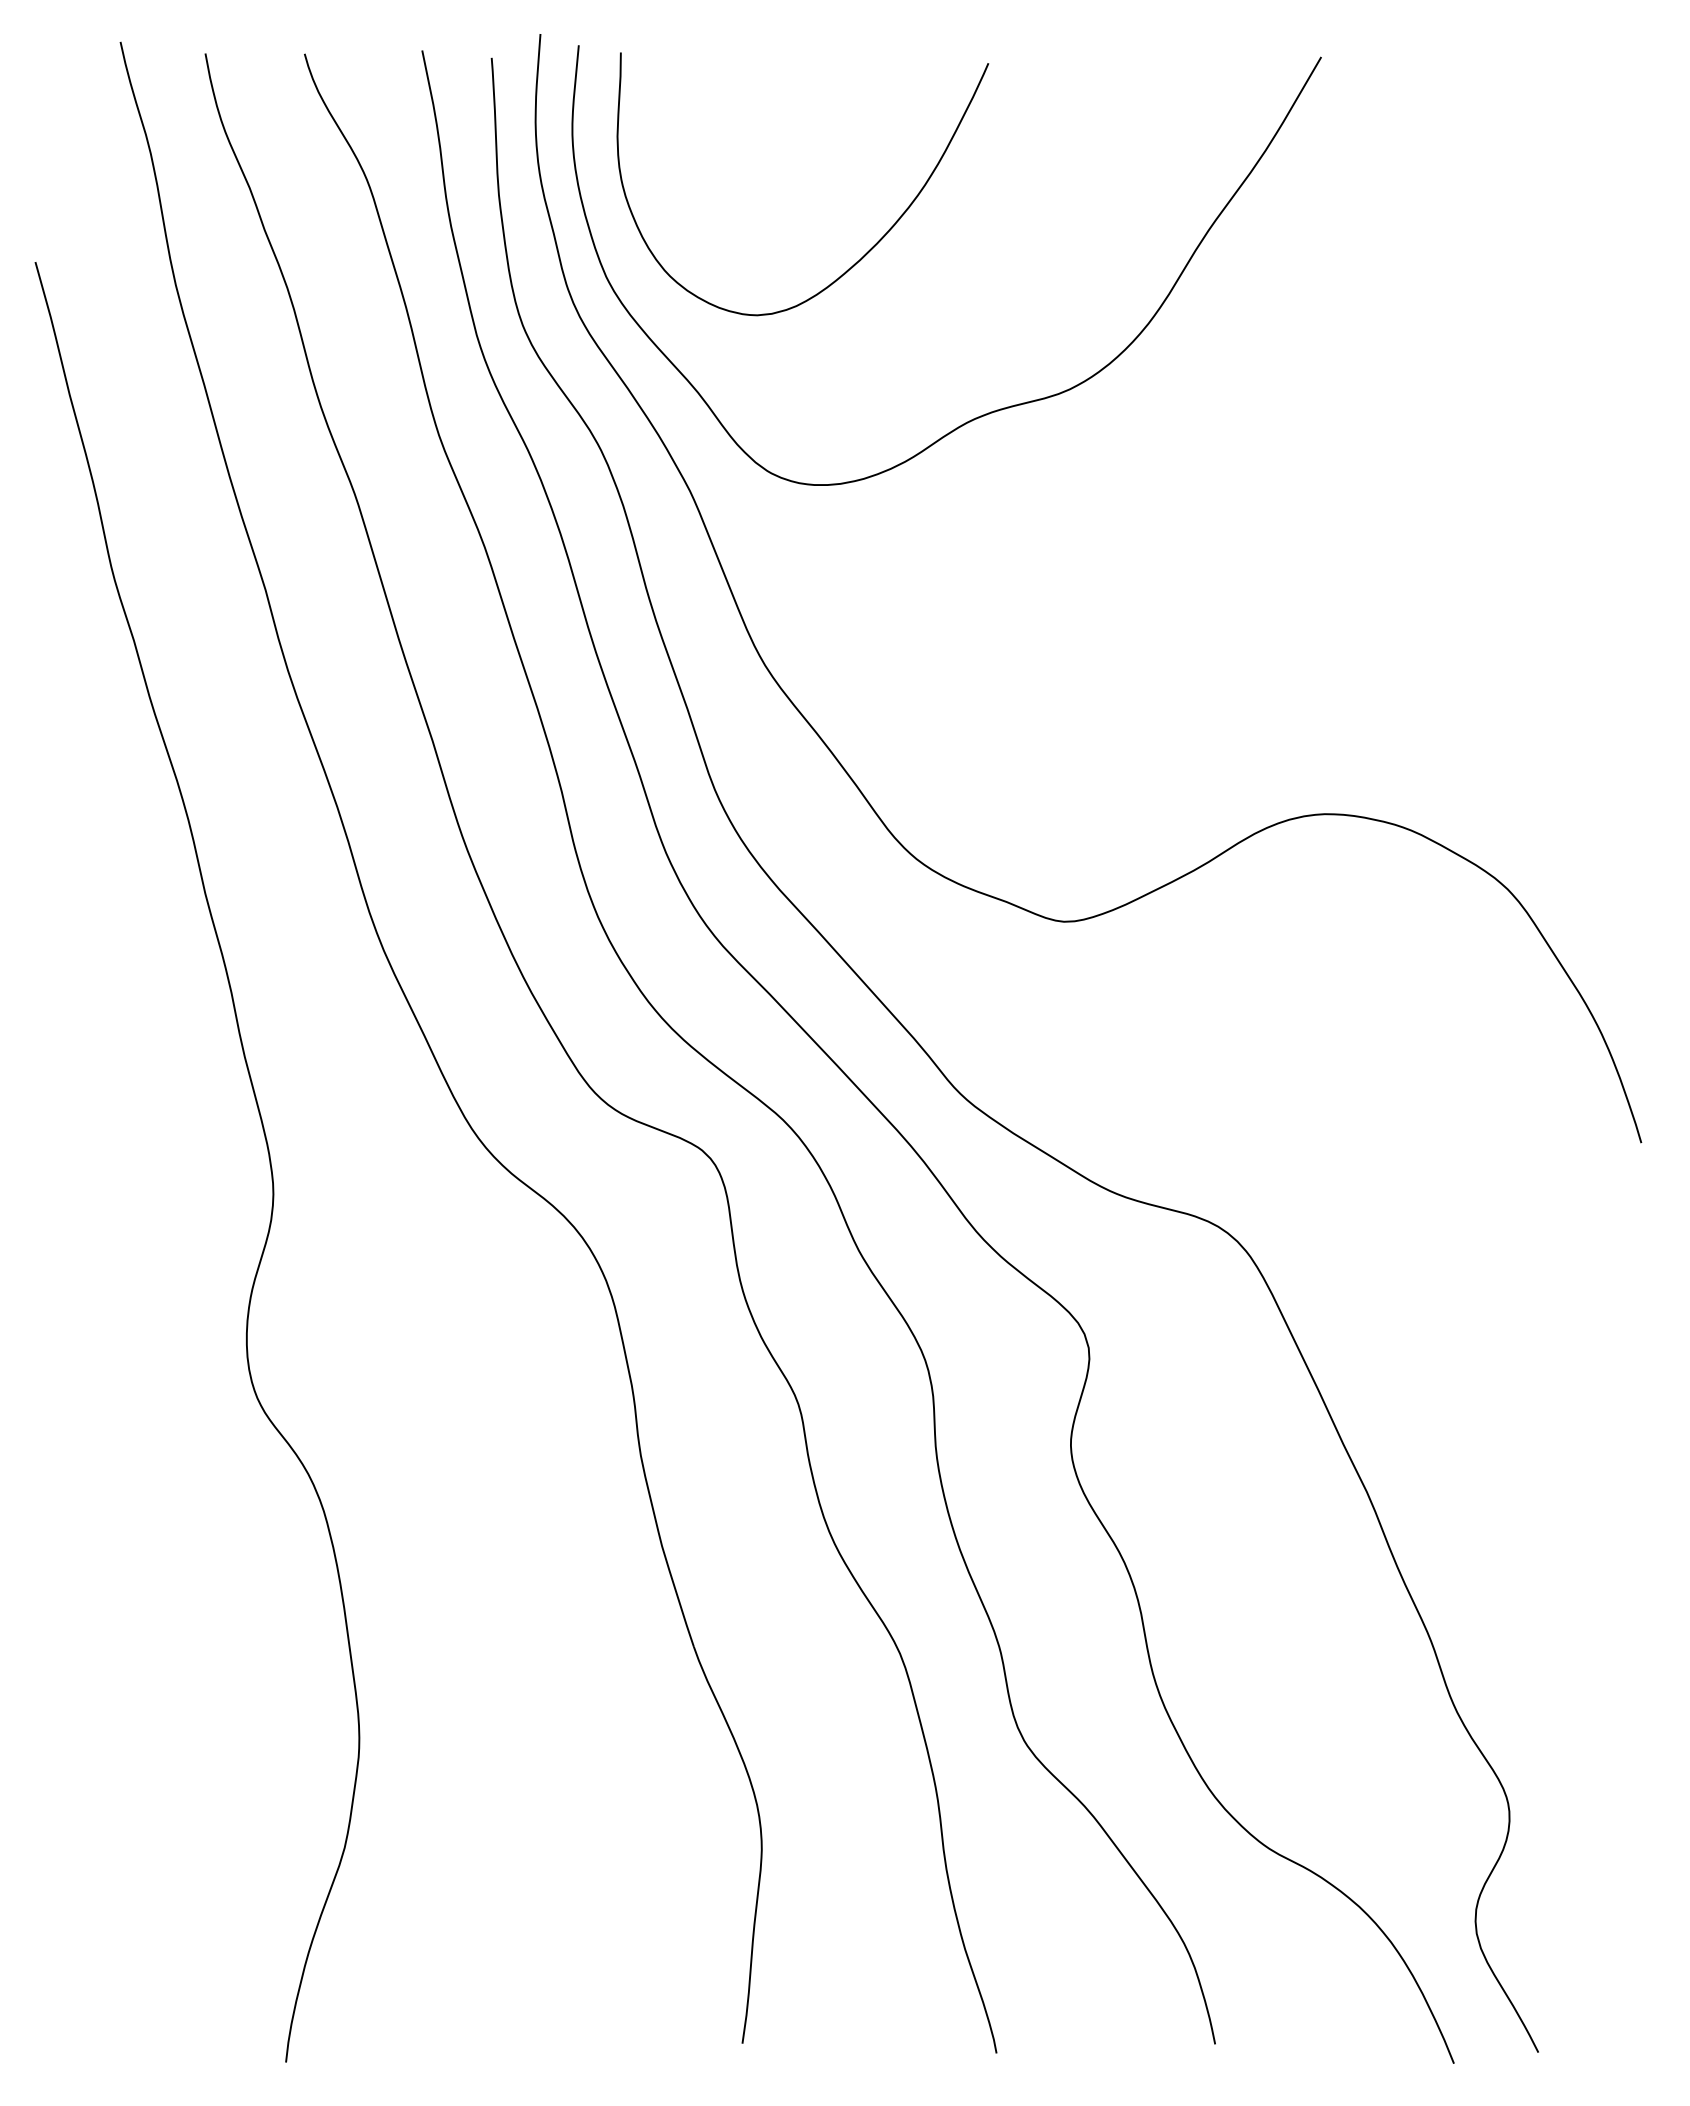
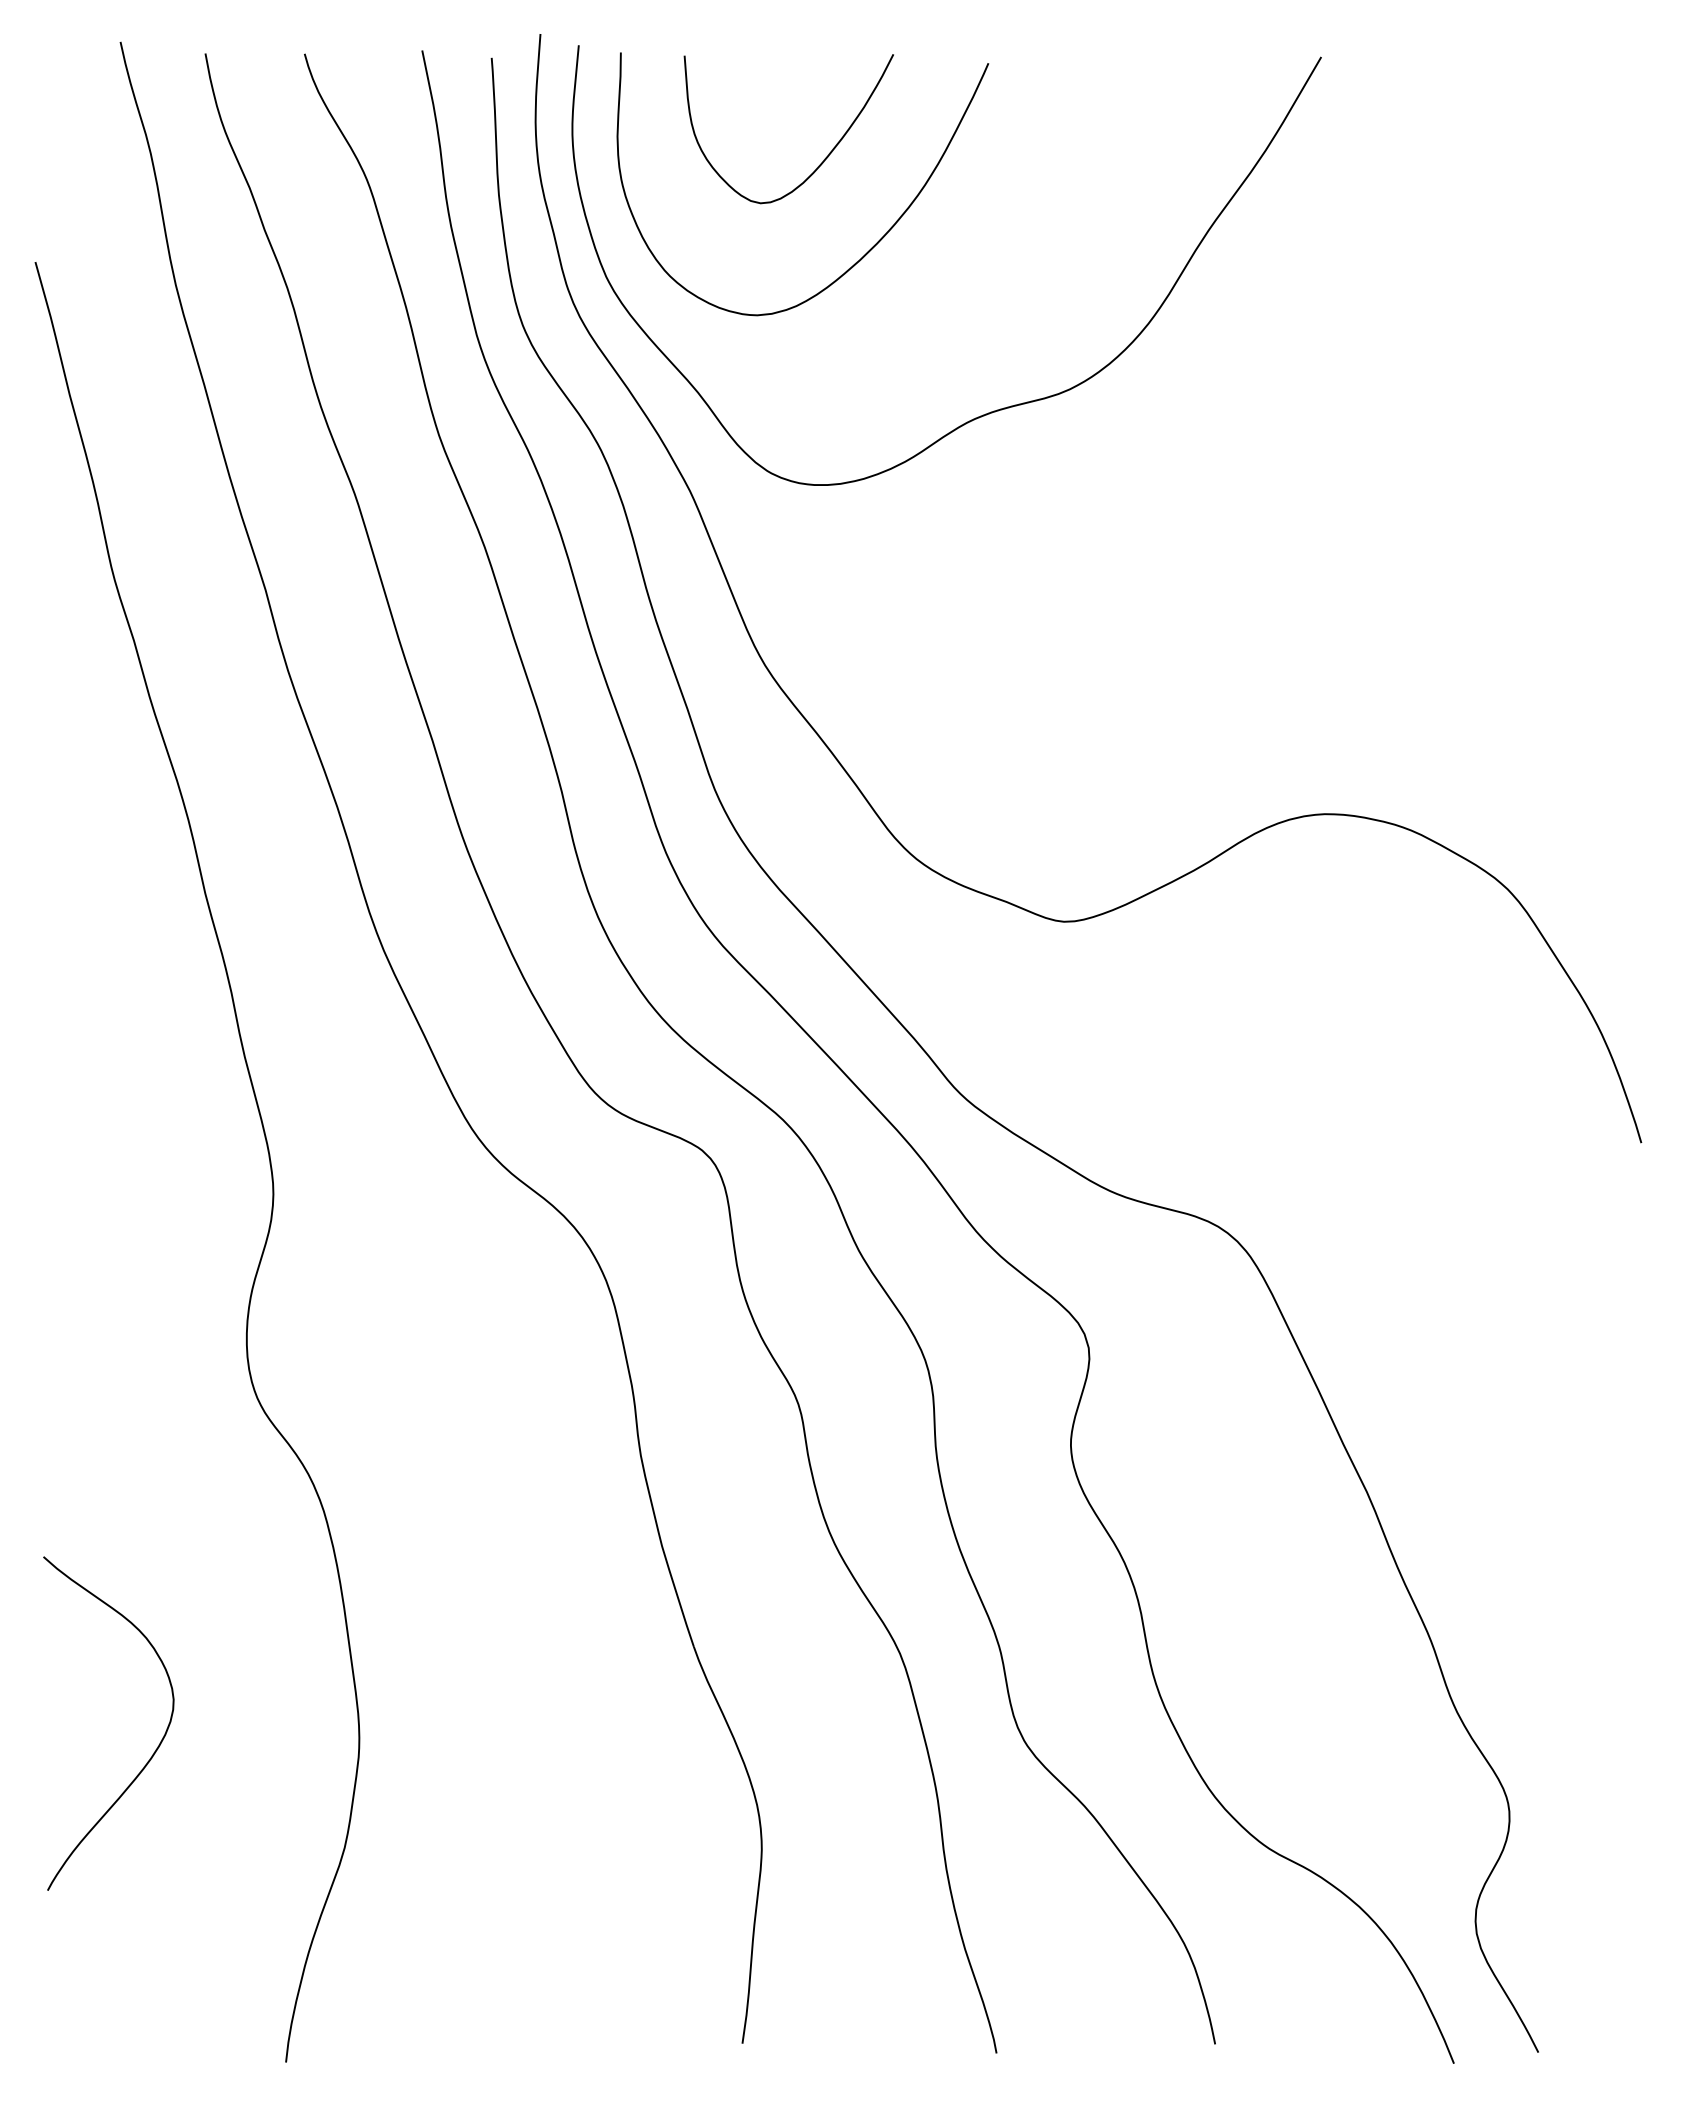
curve at (824, 158): none -> present
curve at (153, 1752): none -> present
